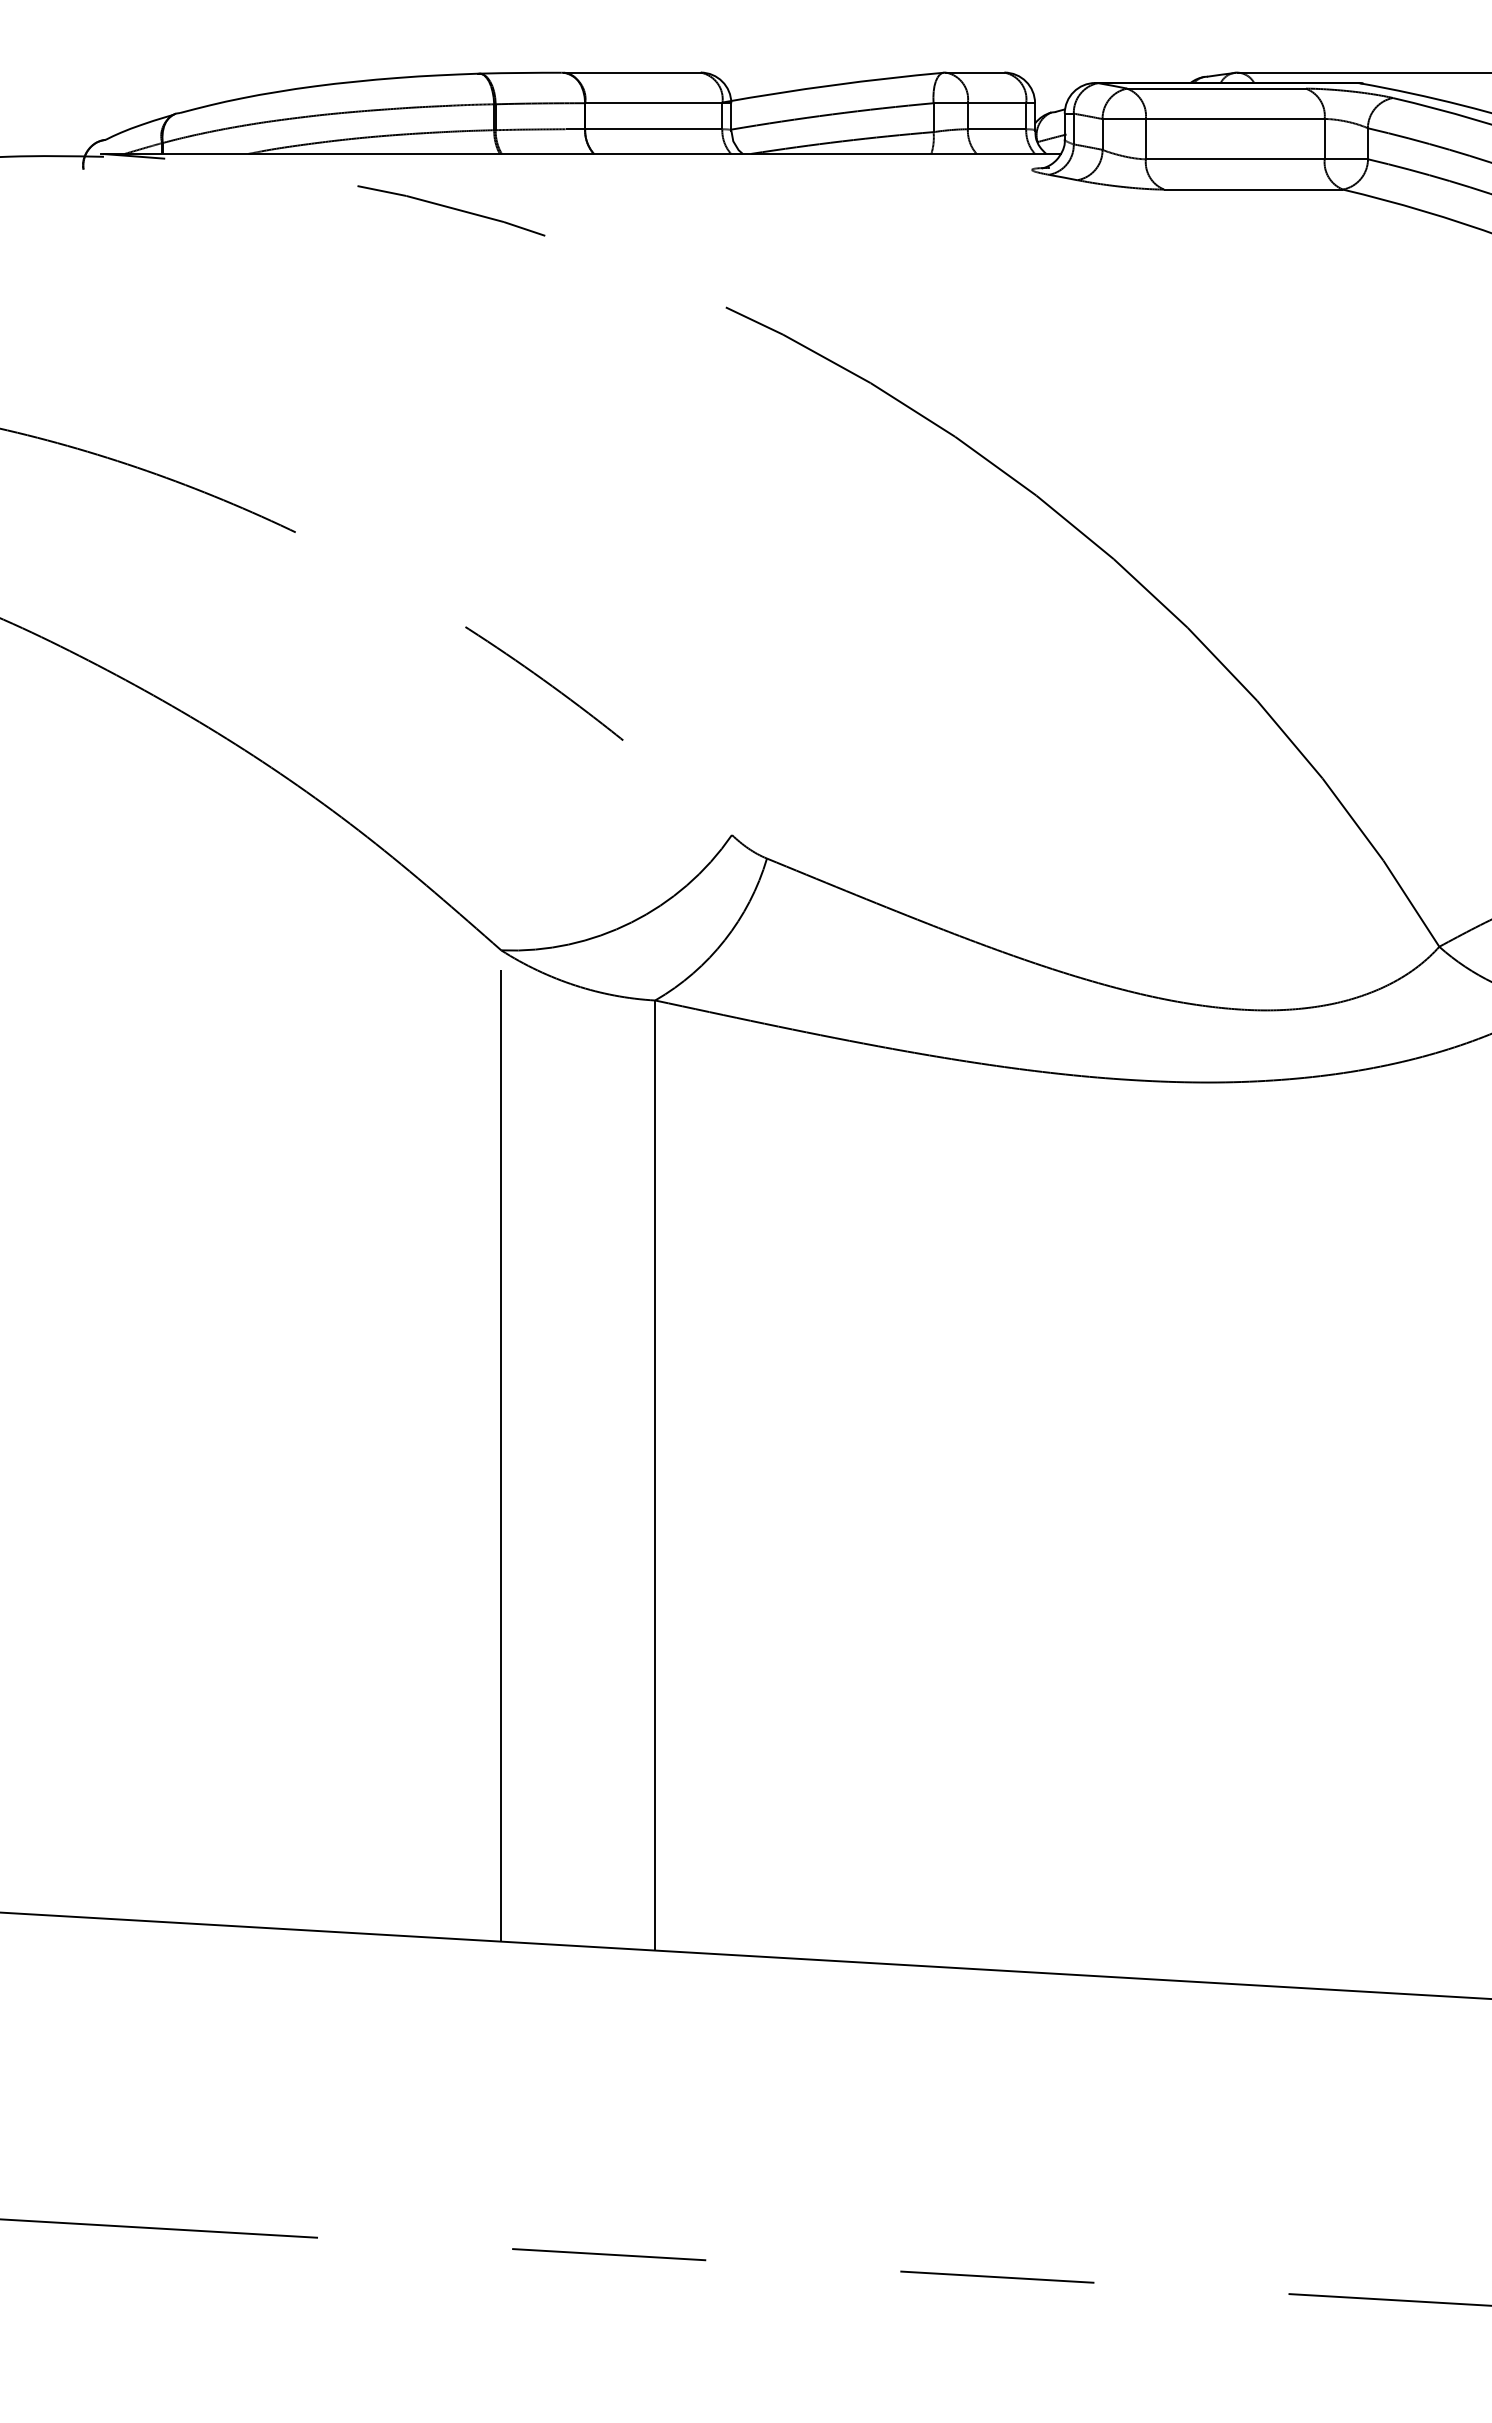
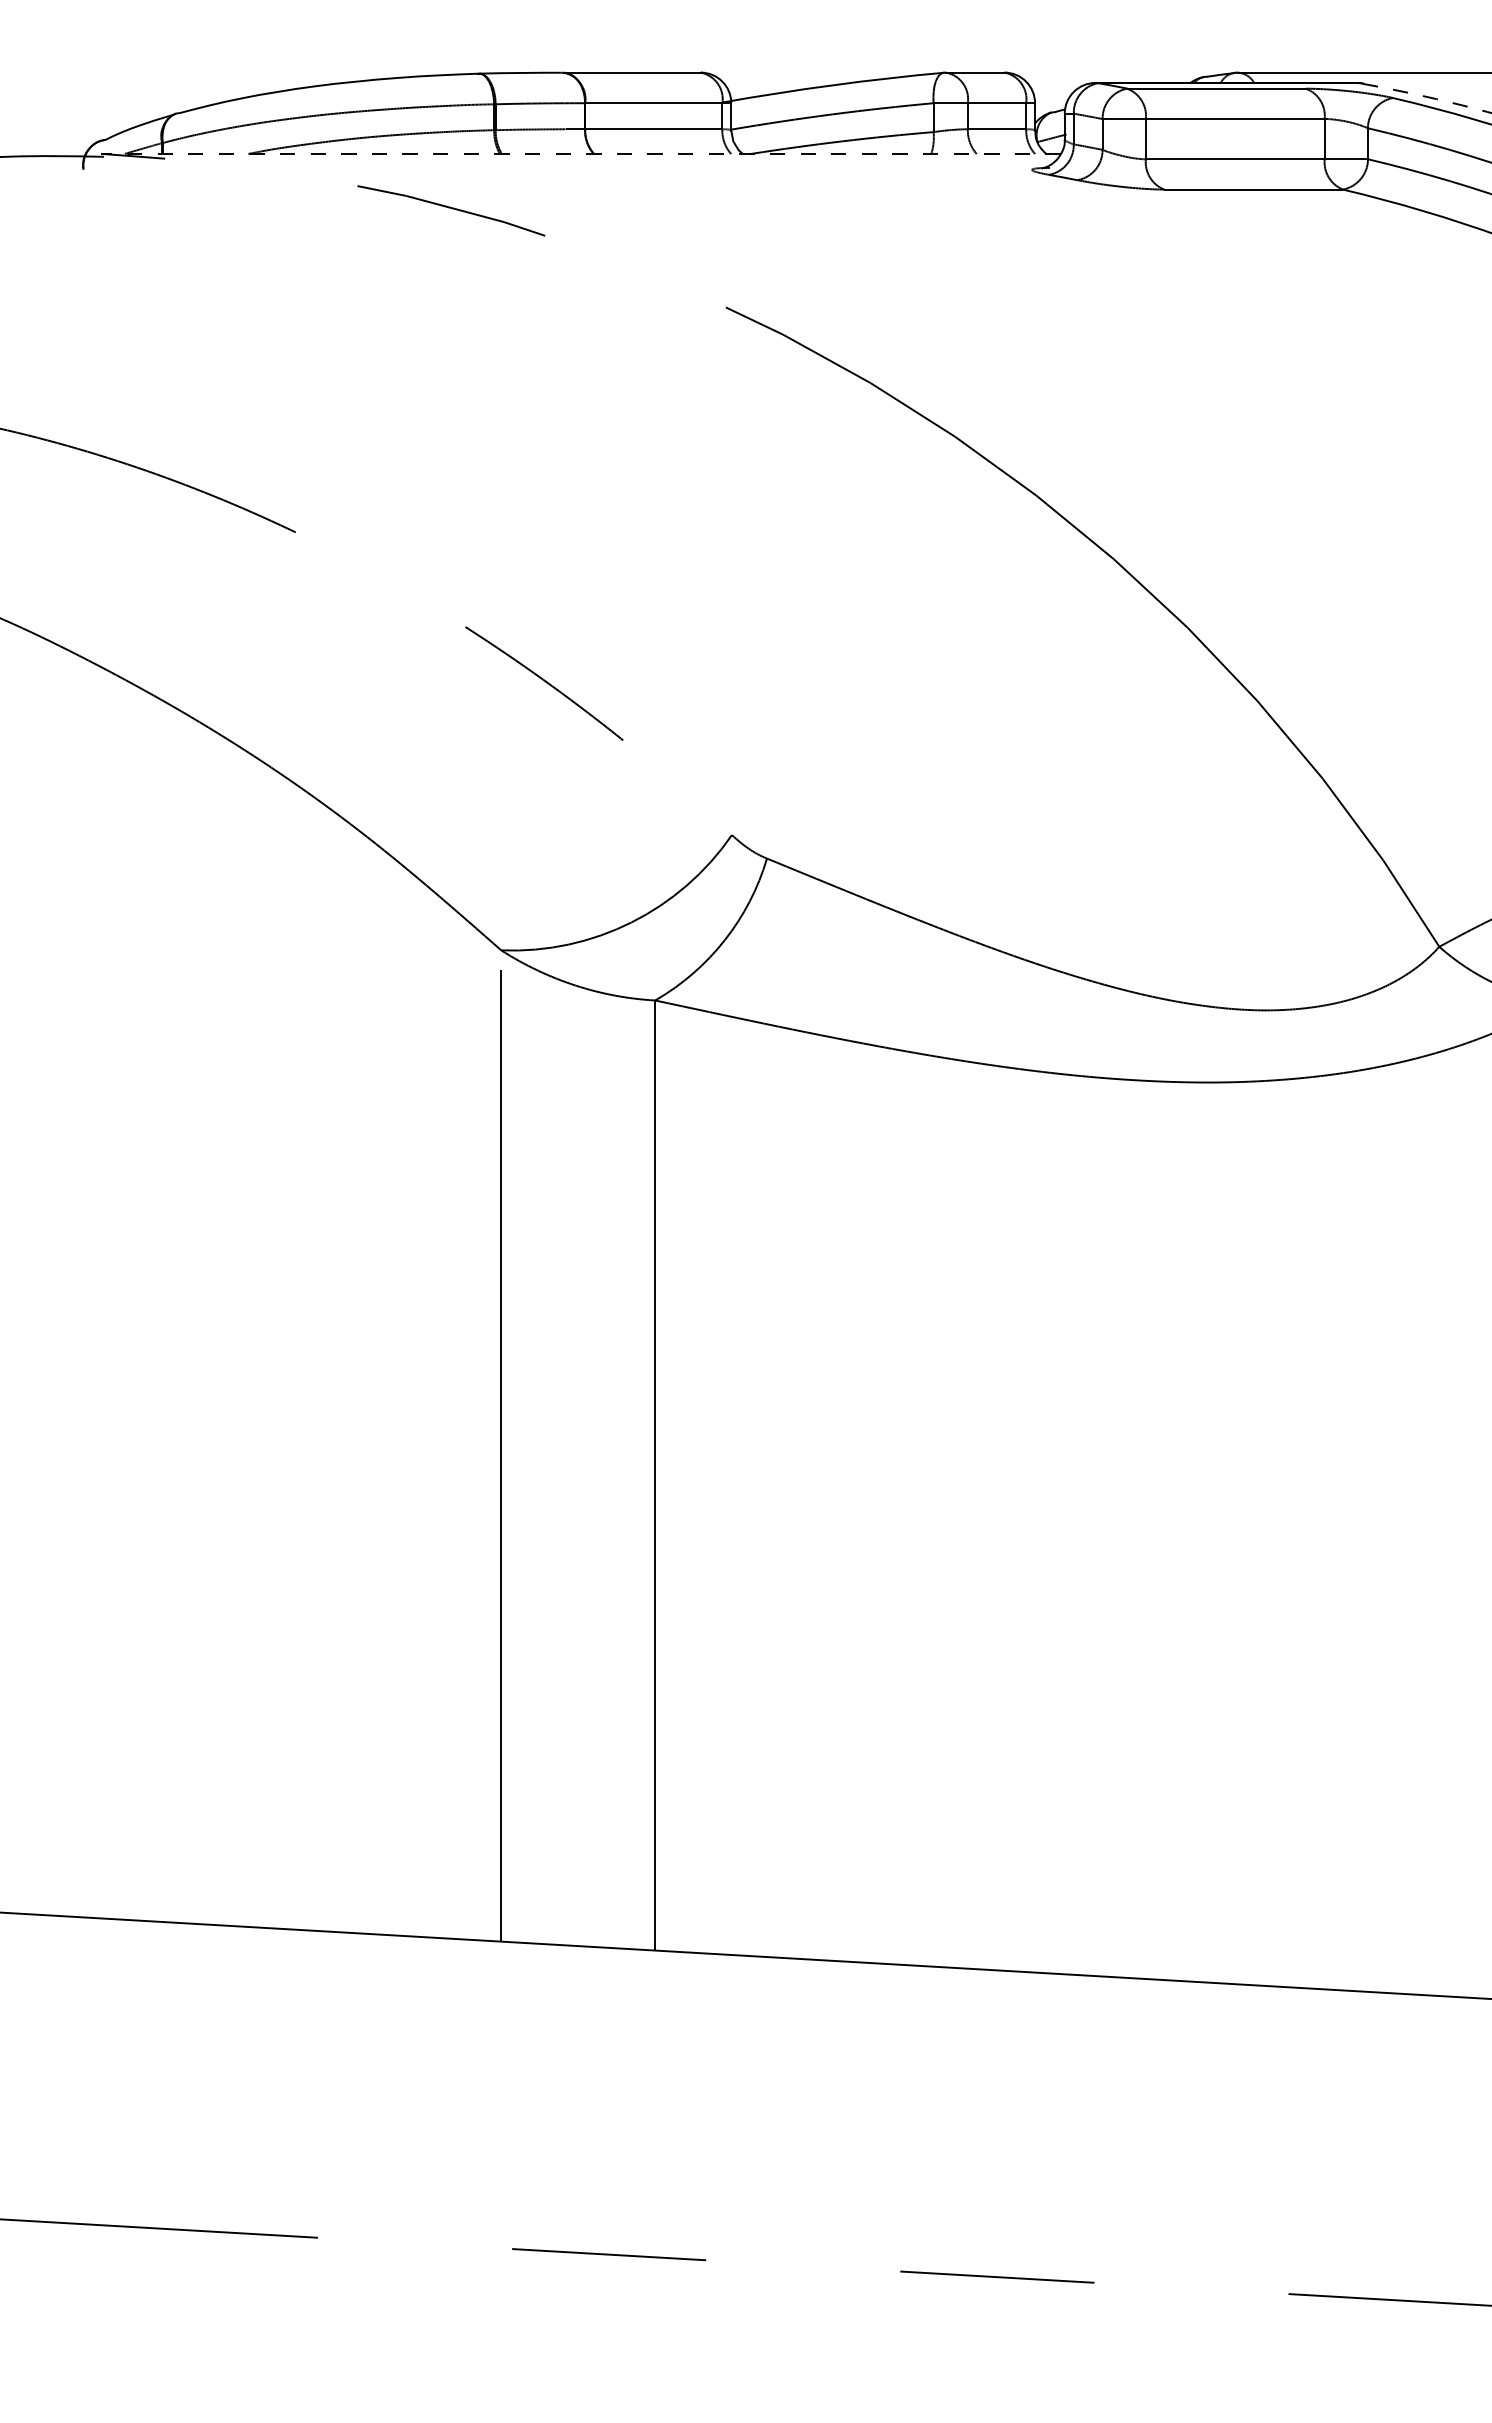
arc at (1425, 96): solid -> dashed
line at (580, 153): solid -> dashed
